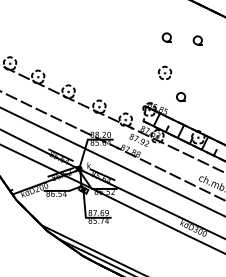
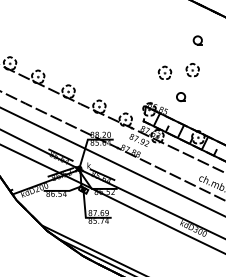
part at (166, 37): present -> none
part at (192, 70): none -> present
